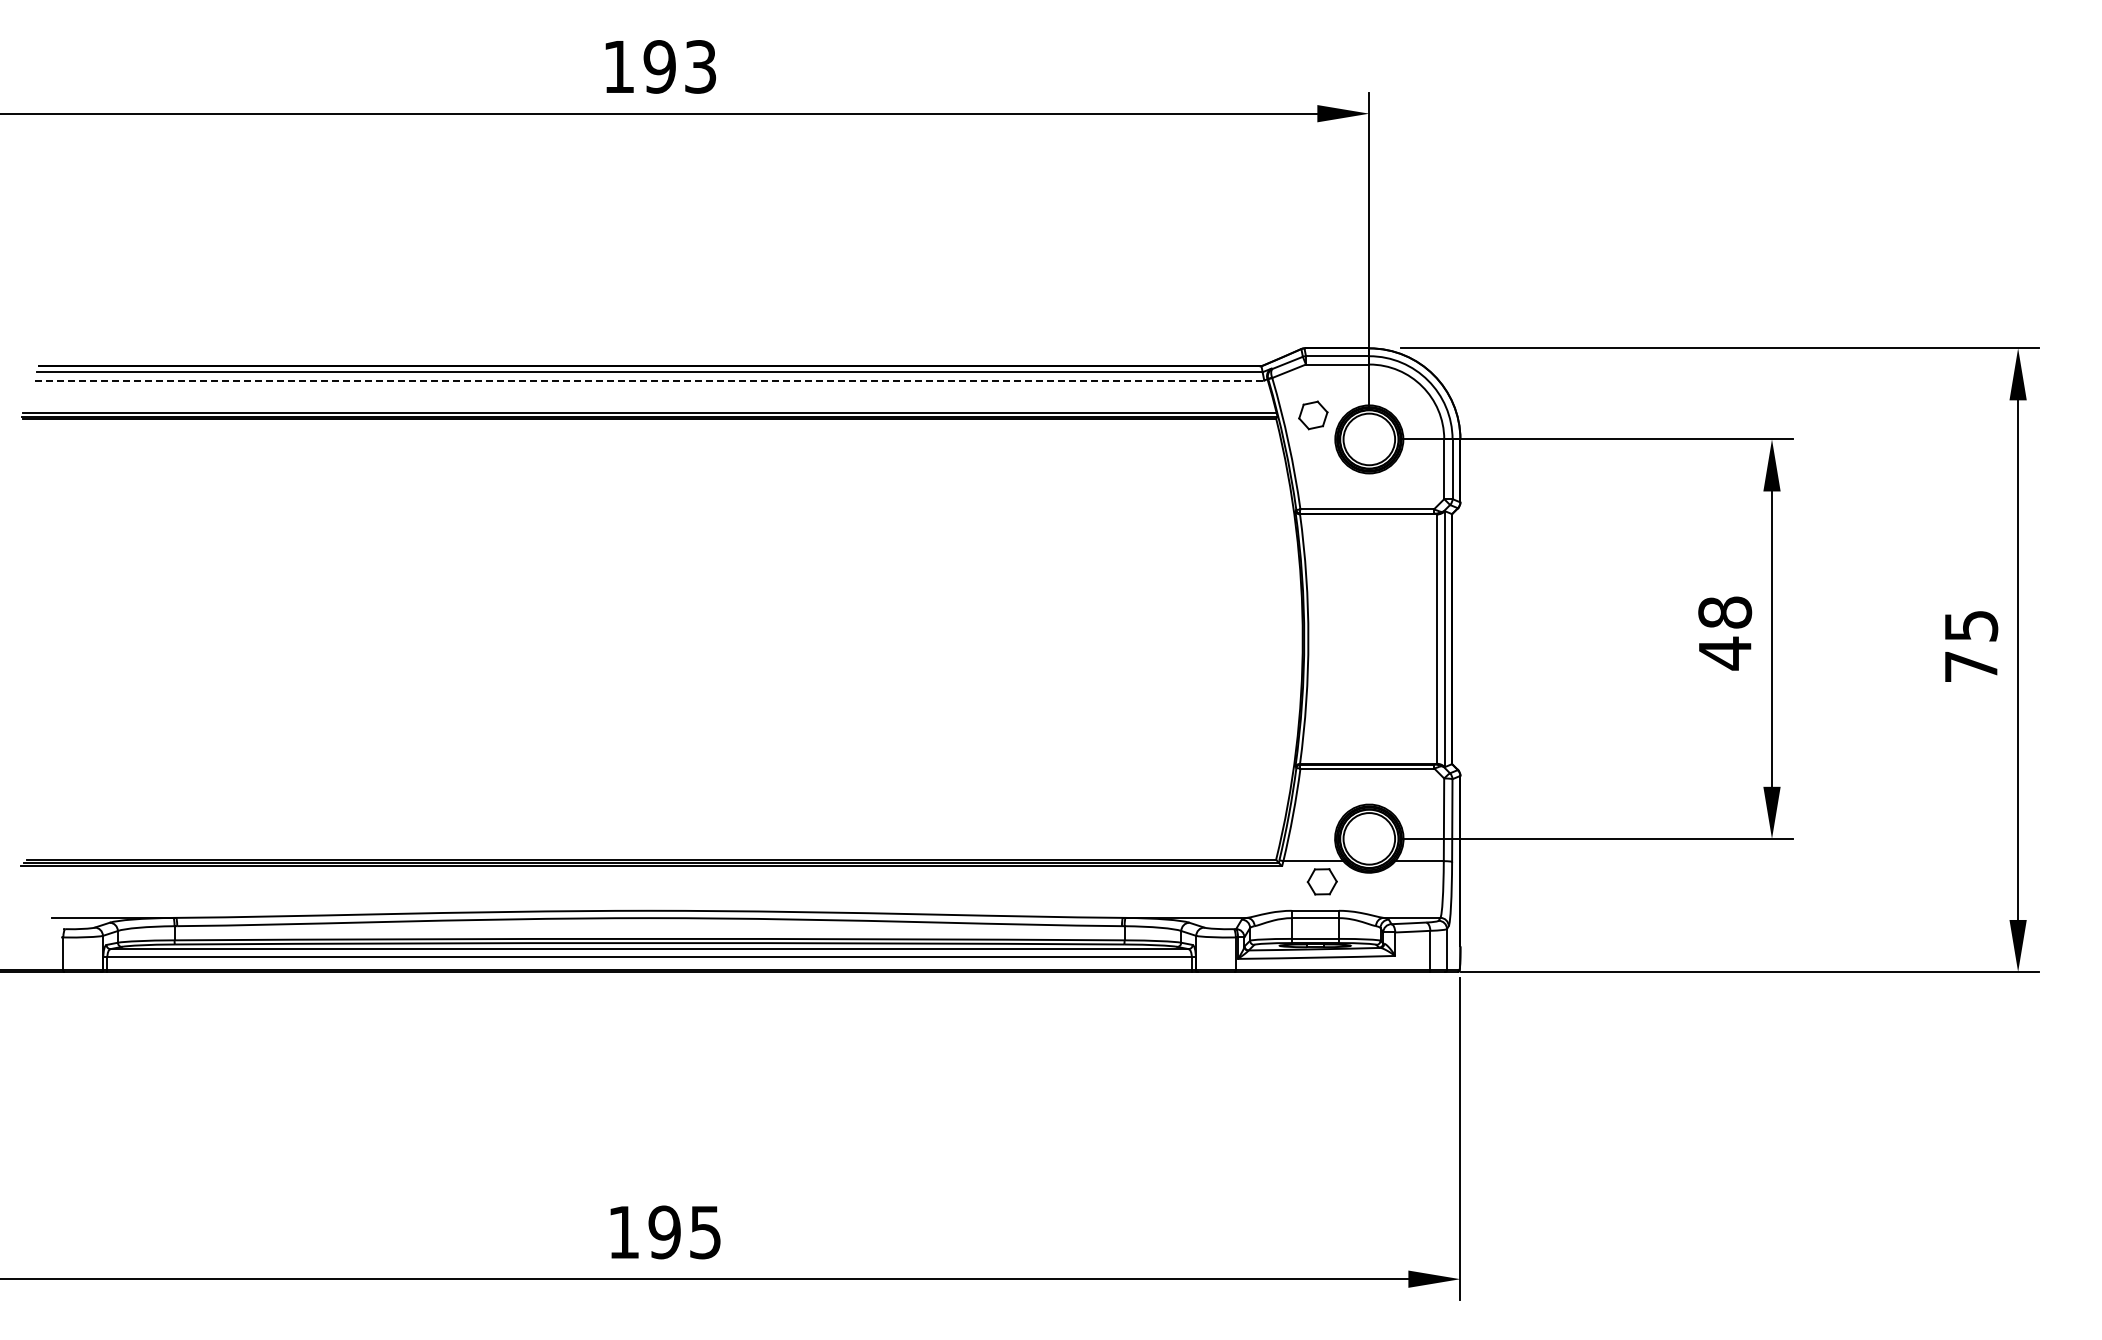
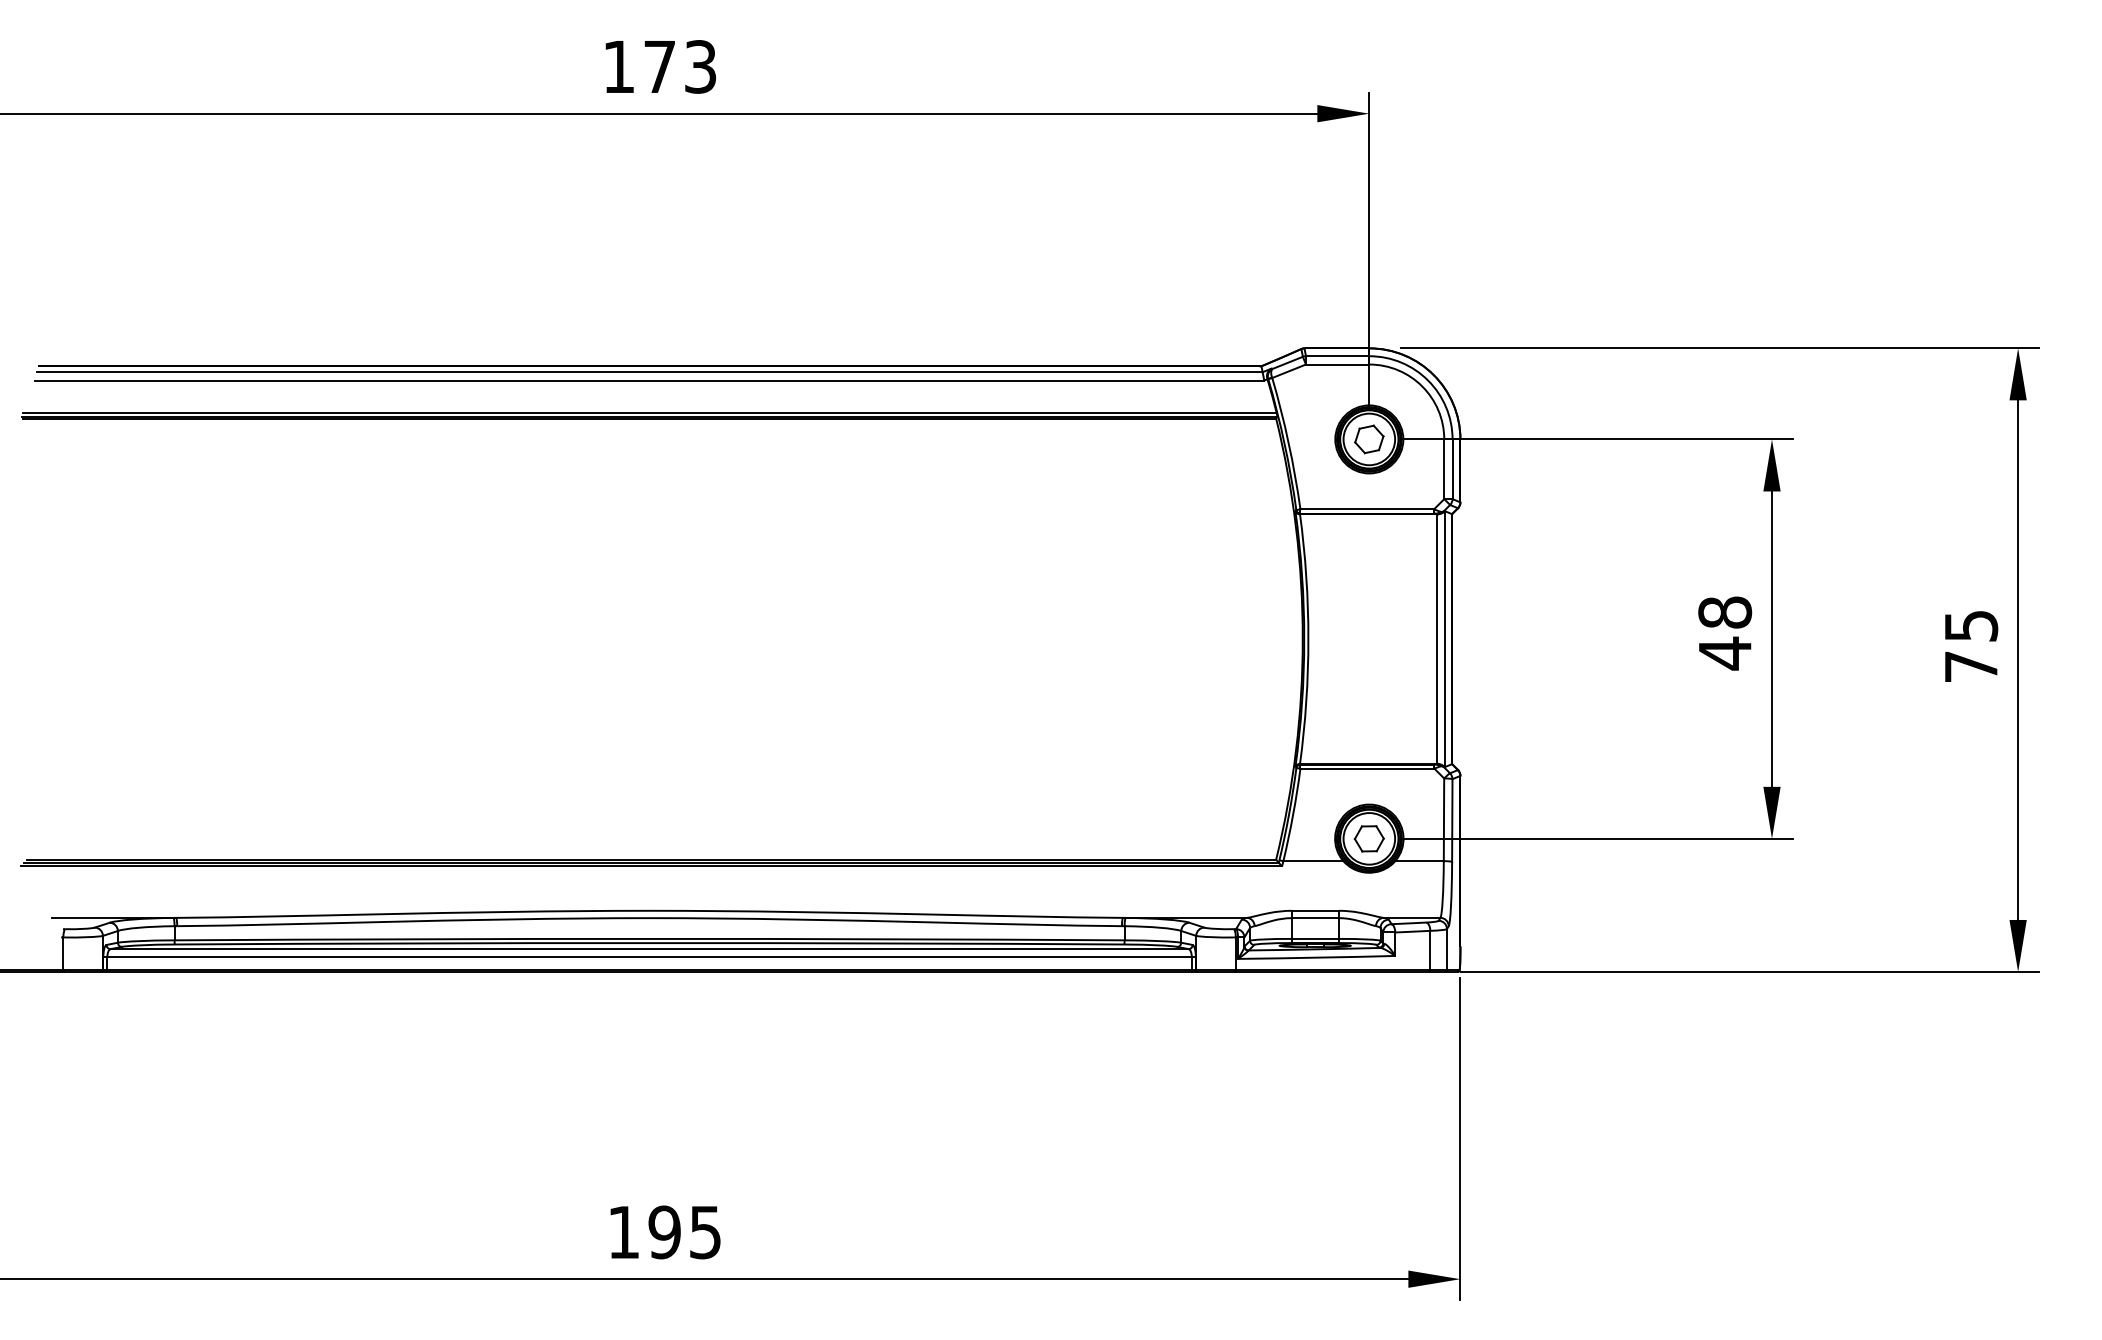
text at (659, 66): 193 -> 173
line at (649, 380): dashed -> solid
part at (1313, 415) position: (1313, 415) -> (1369, 439)
part at (1321, 881) position: (1321, 881) -> (1368, 838)
